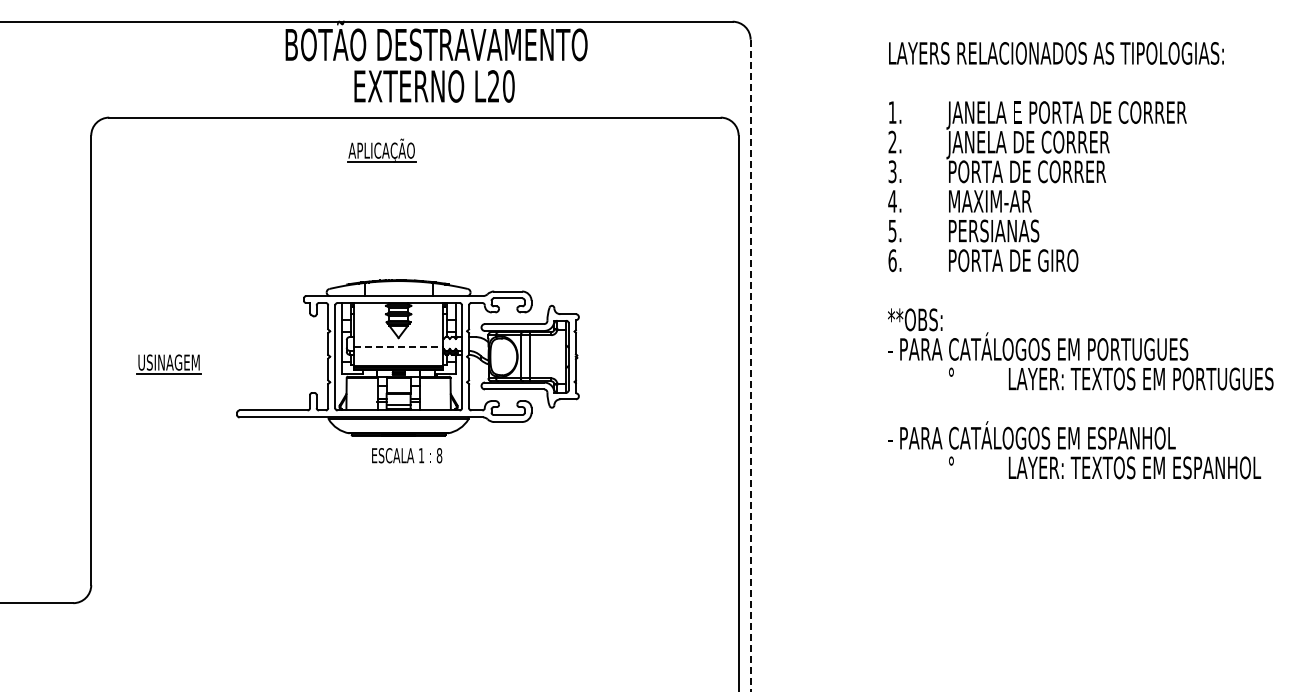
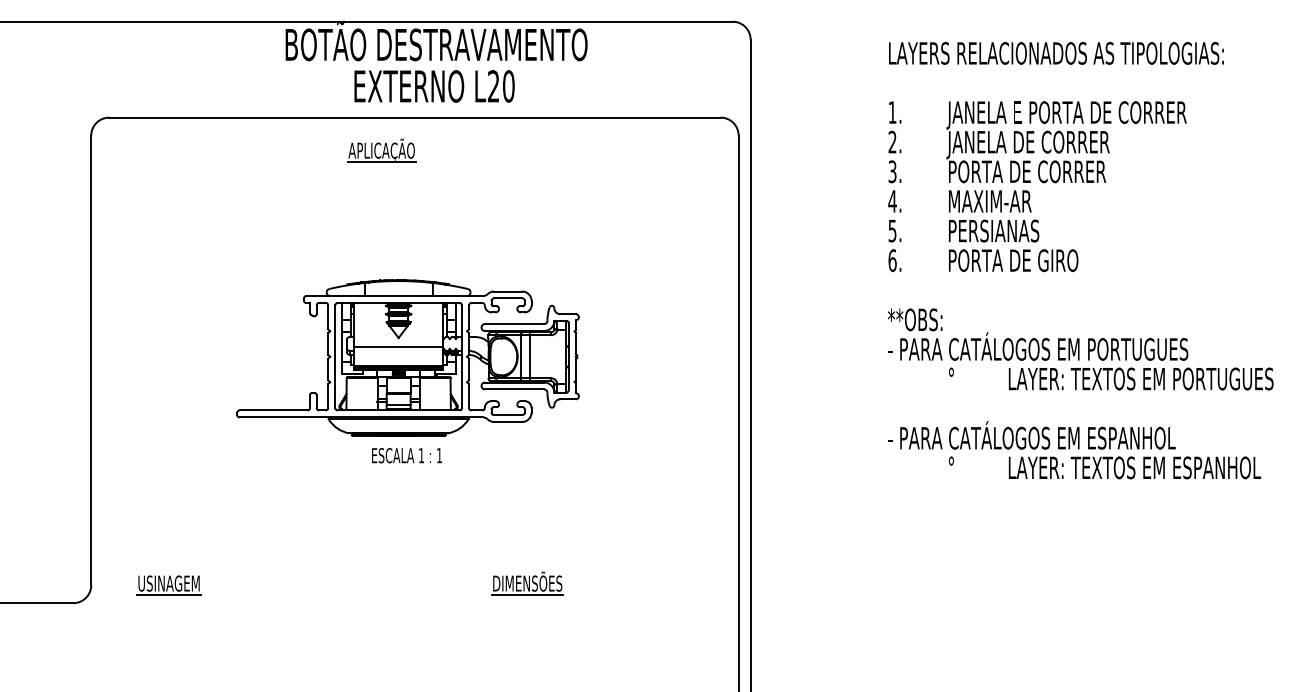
line at (398, 346): dashed -> solid
part at (168, 364) position: (168, 364) -> (168, 585)
line at (750, 365): dashed -> solid
text at (439, 455): 8 -> 1
part at (527, 583): none -> present
